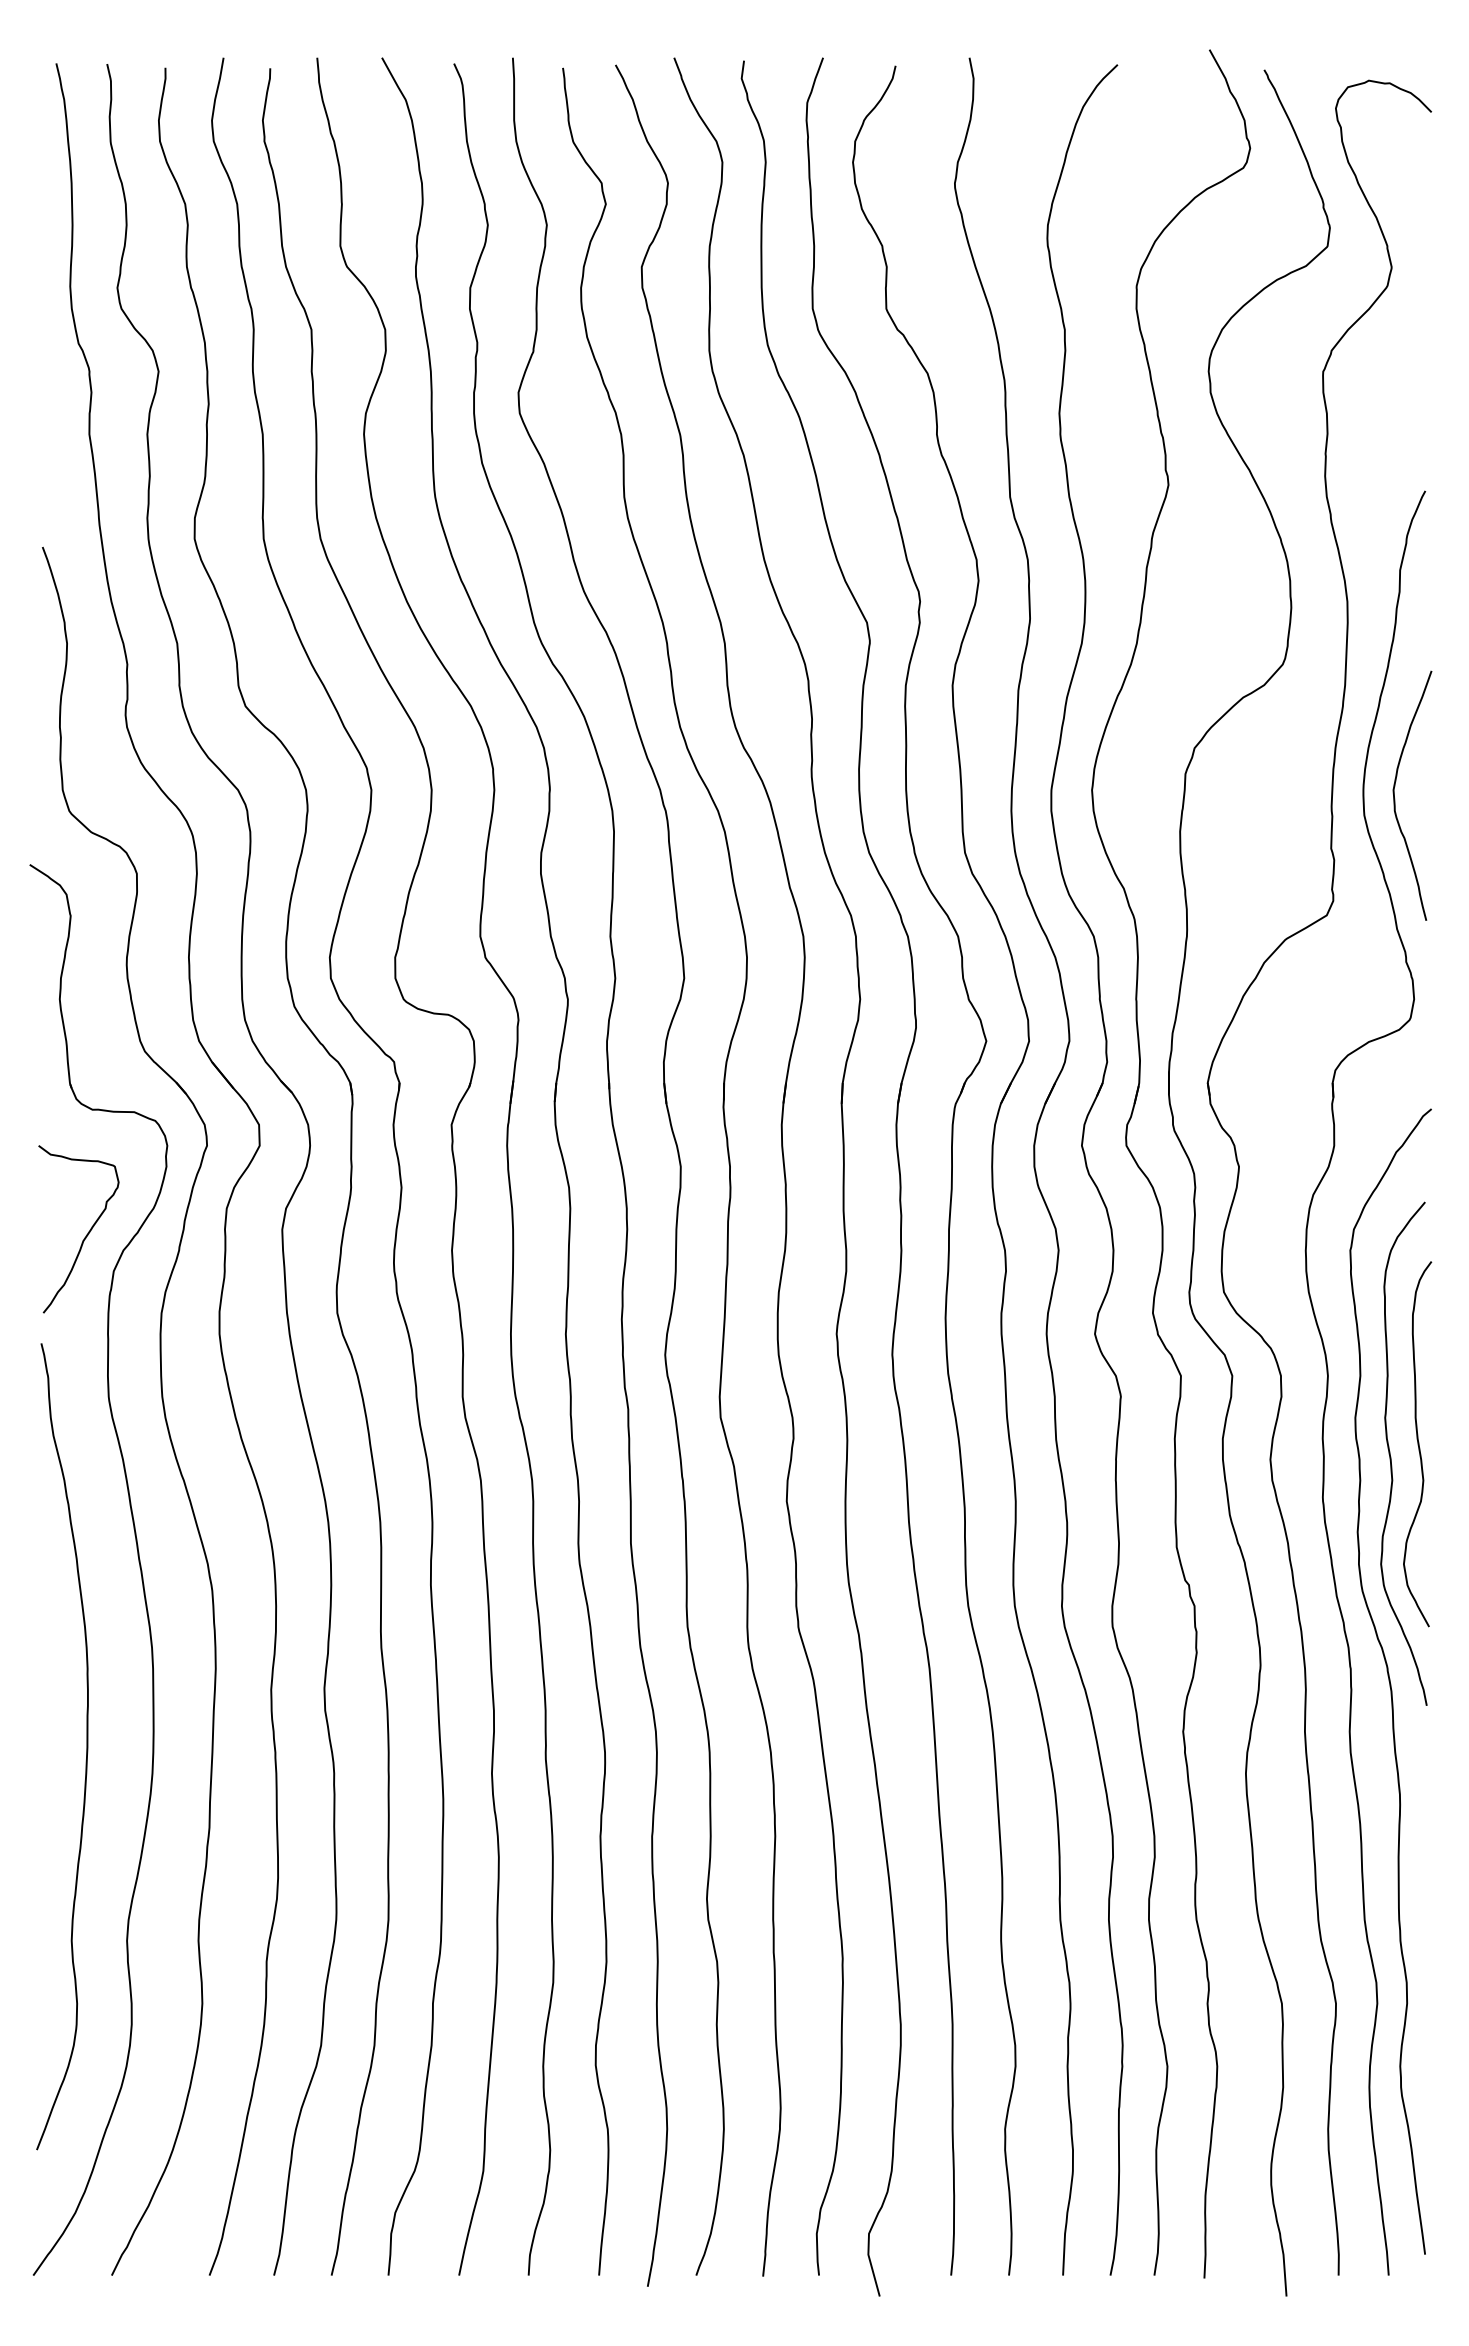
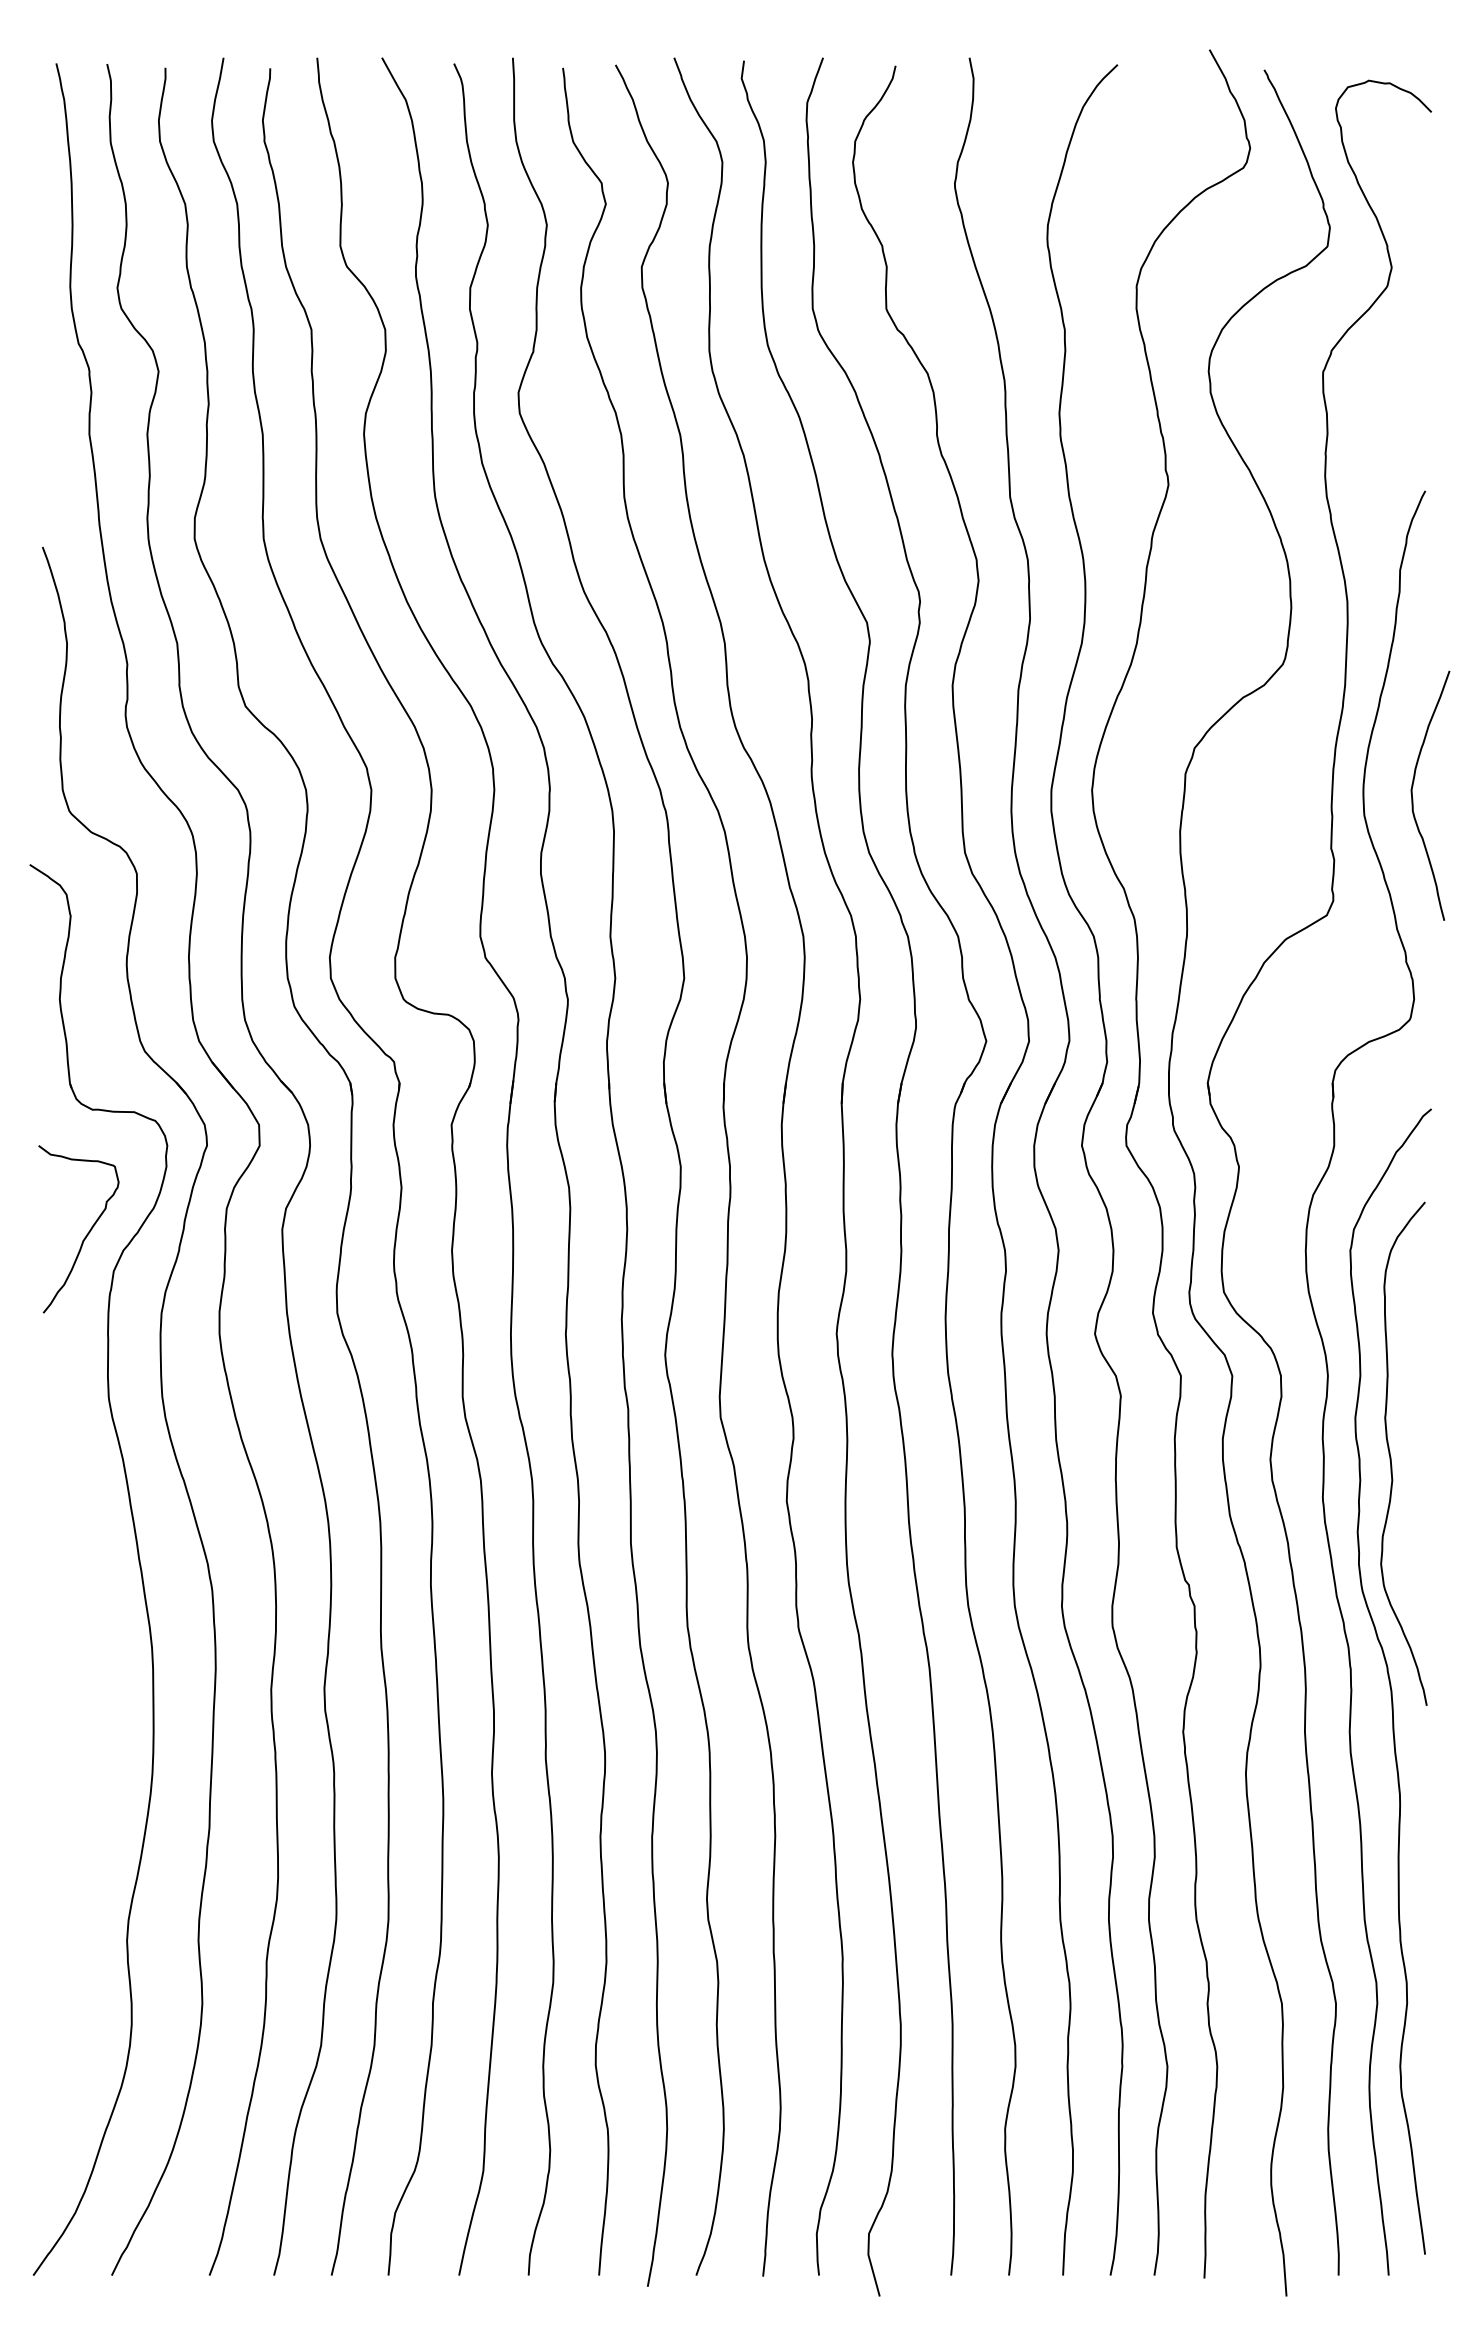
curve at (1395, 798) position: (1395, 798) -> (1413, 798)
curve at (1417, 1444): present -> none
curve at (86, 1746): present -> none
